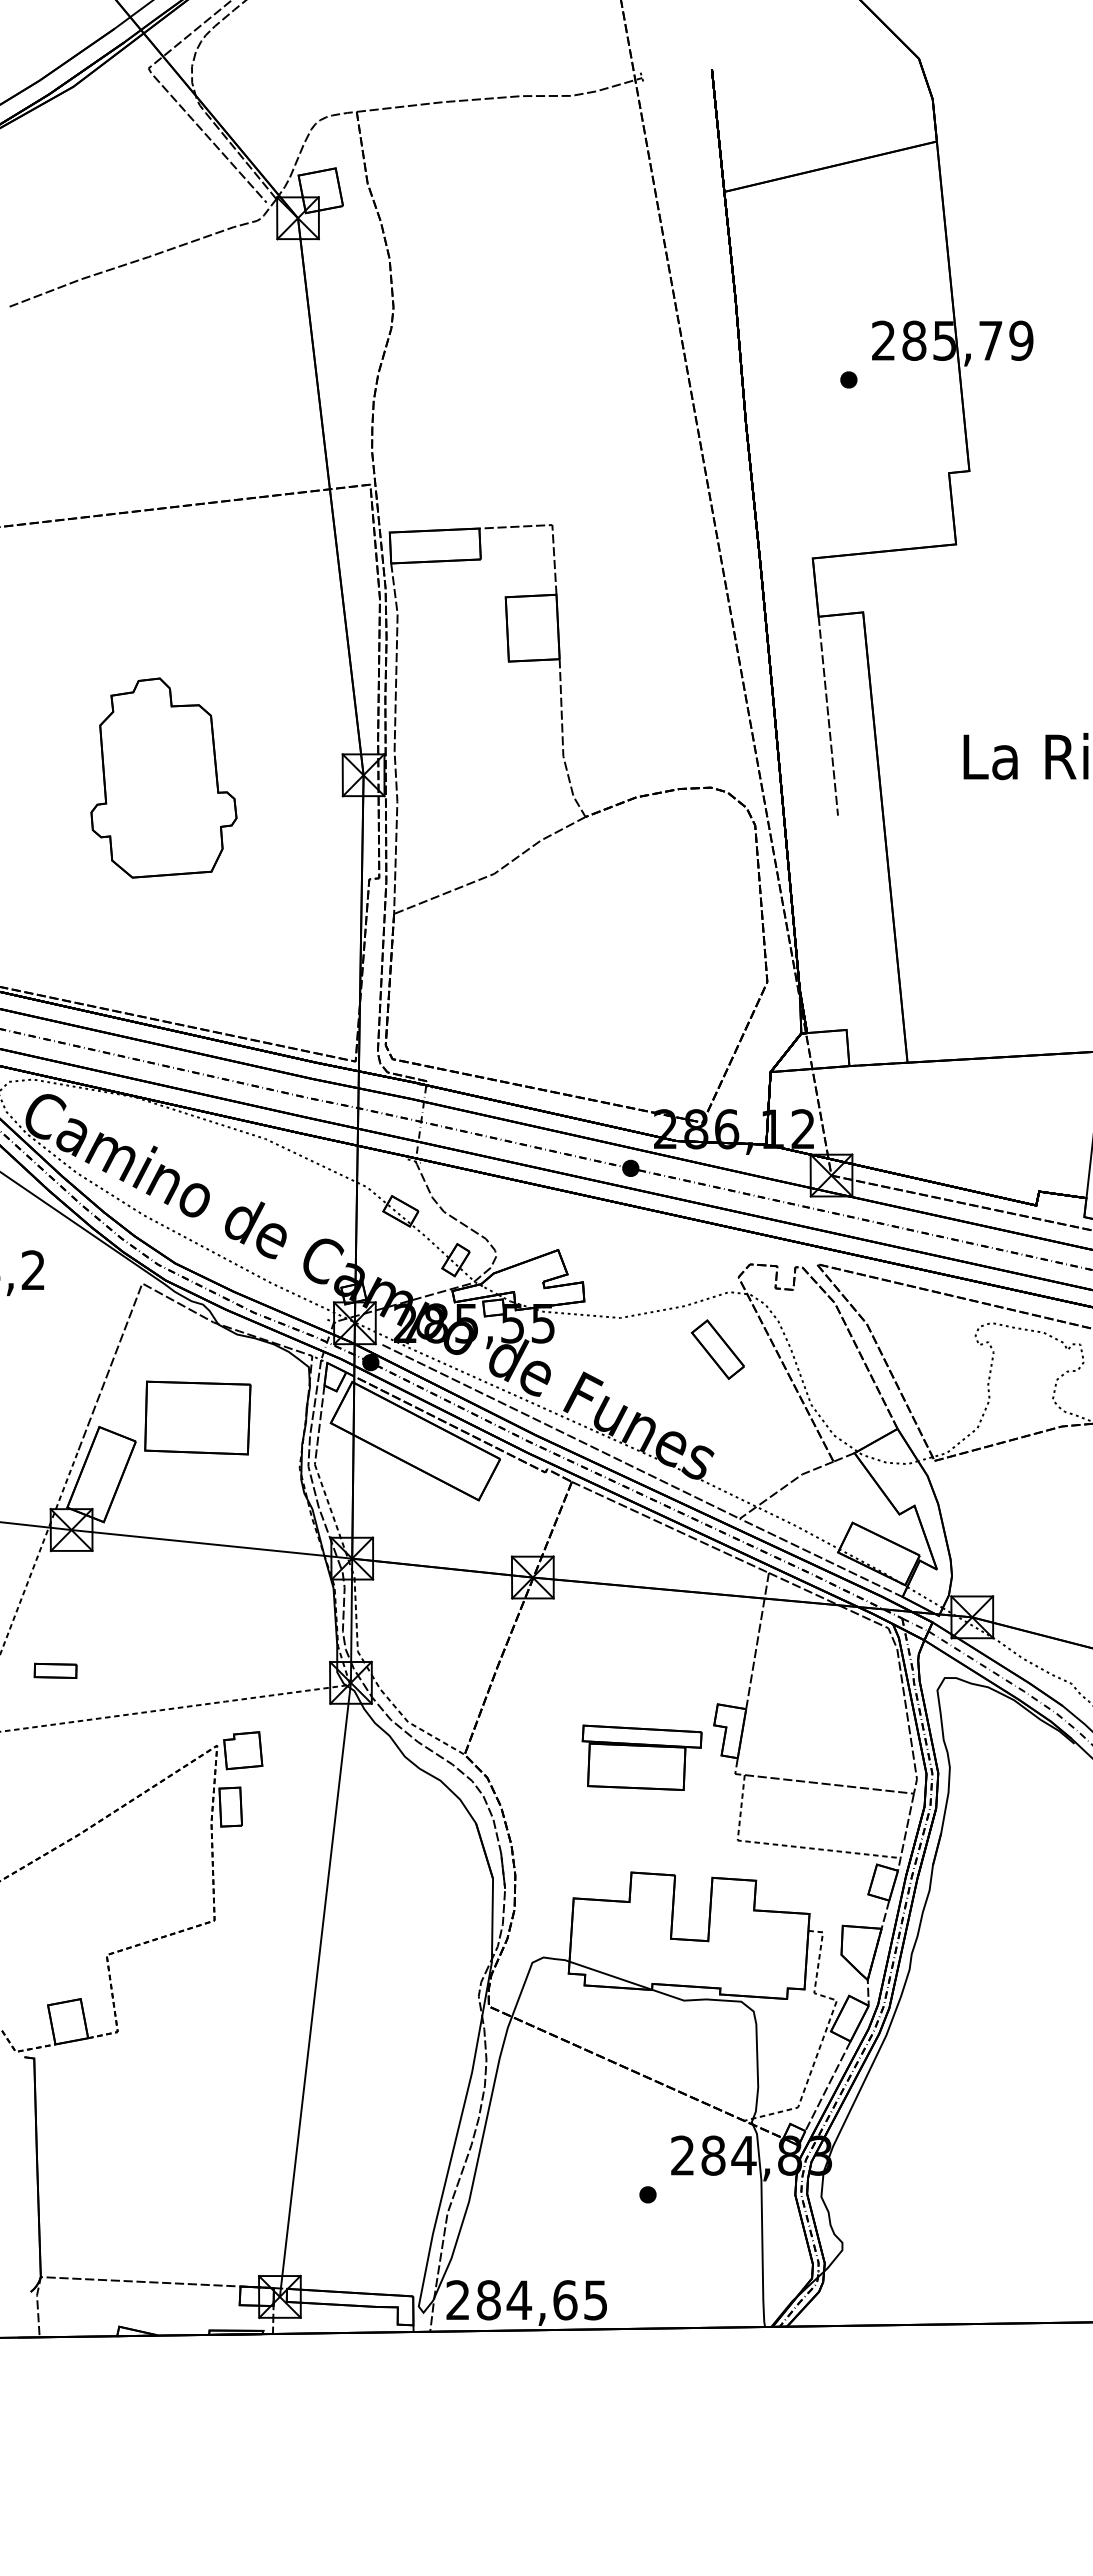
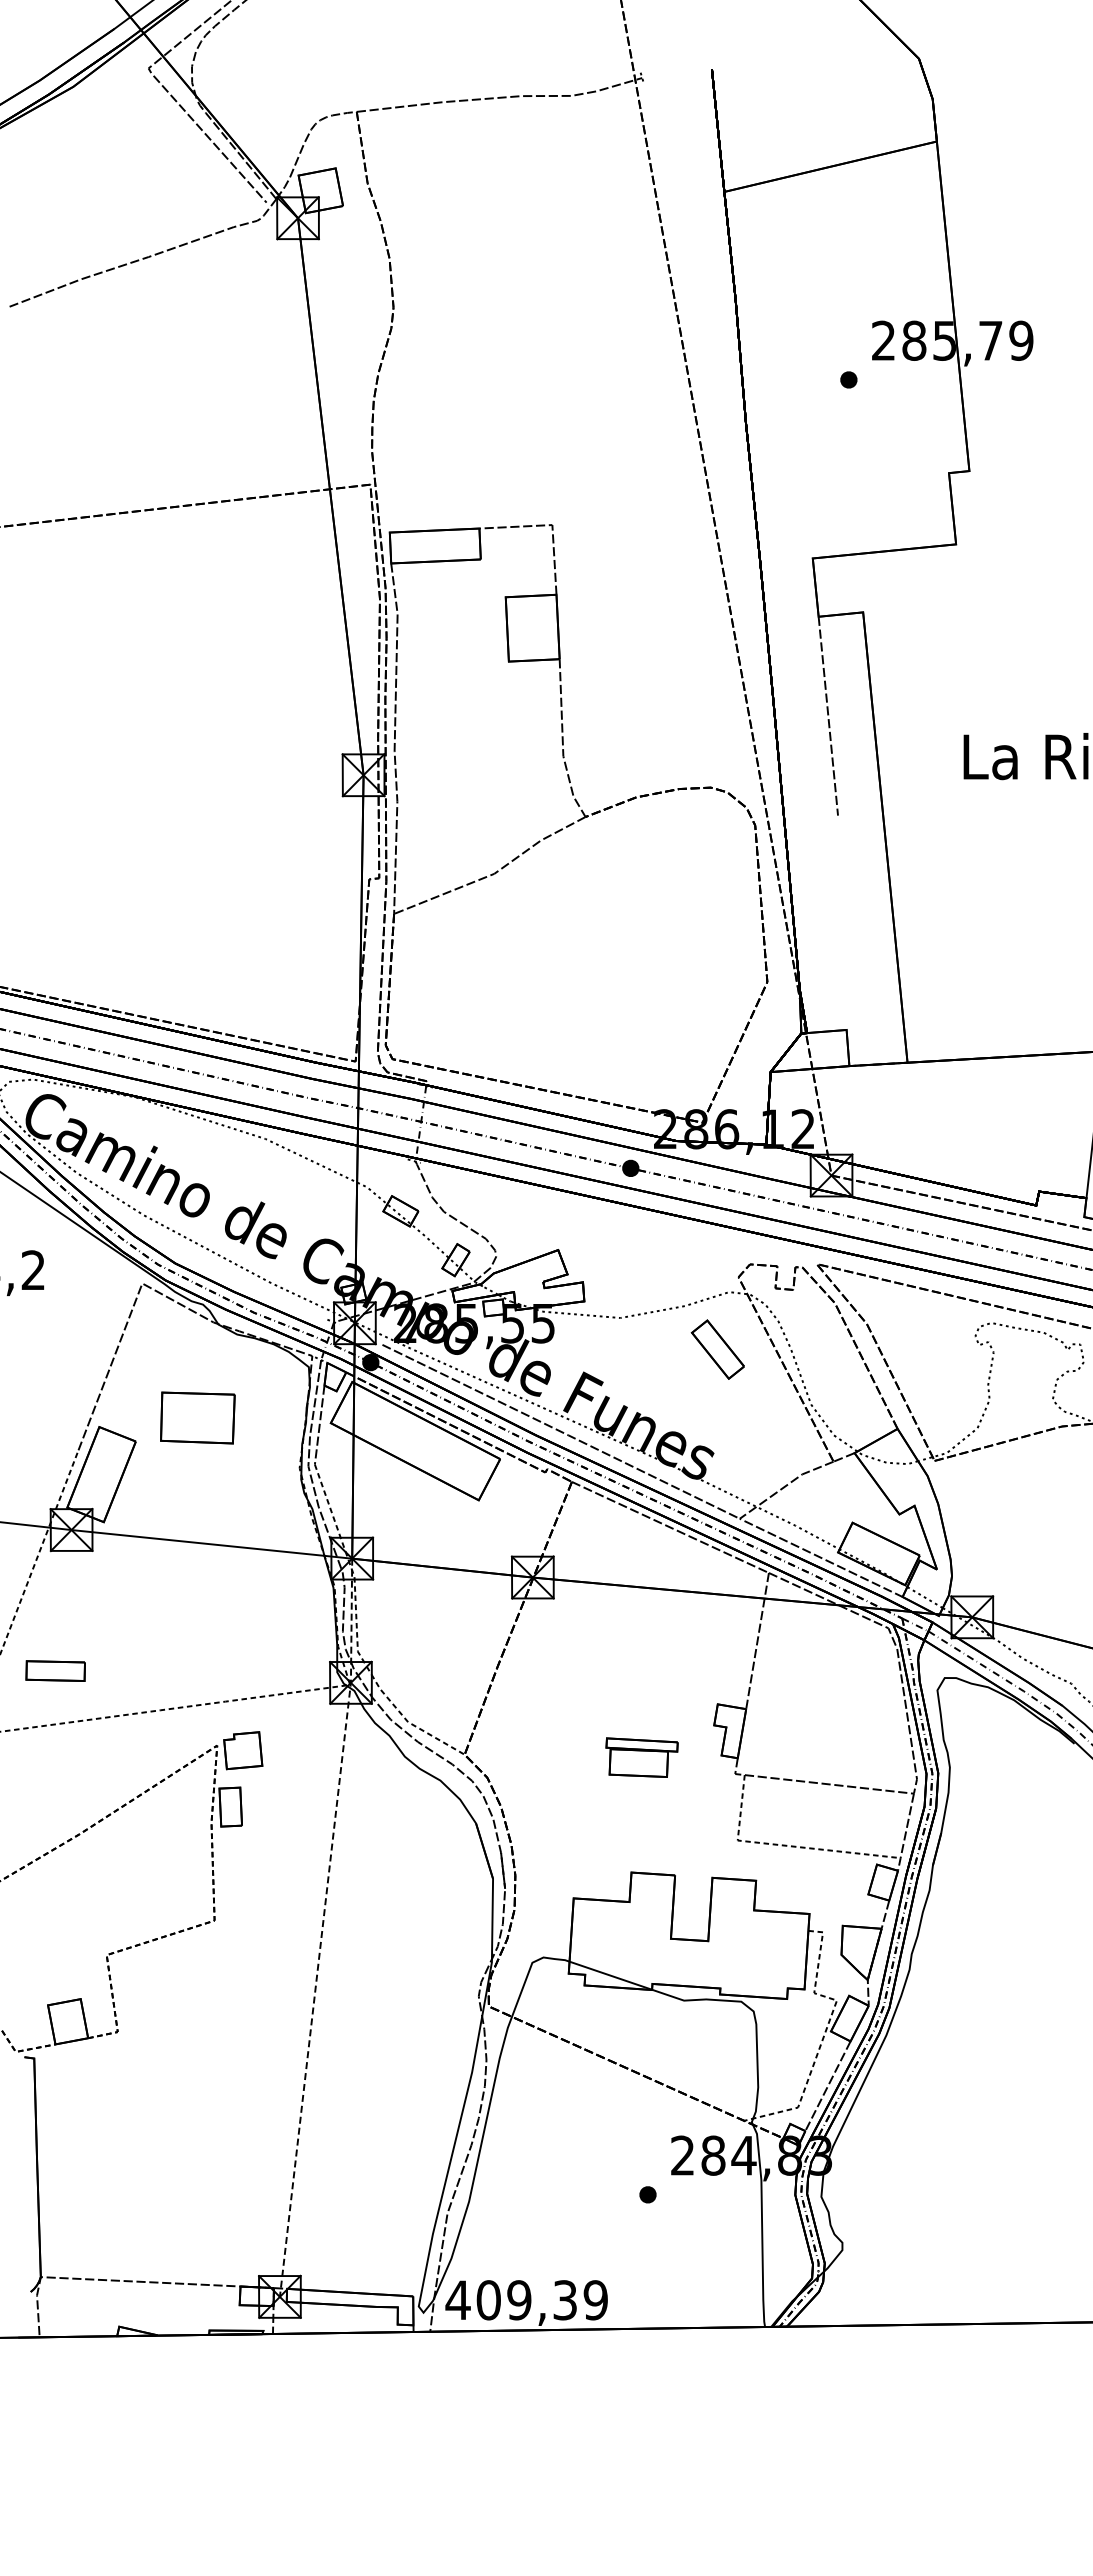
part at (163, 777): present -> none
part at (197, 1417) size: 108x76 px -> 76x54 px
part at (55, 1670) size: 45x17 px -> 61x22 px
part at (641, 1757) size: 122x67 px -> 74x41 px
line at (322, 1927): solid -> dashed
text at (526, 2300): 284,65 -> 409,39
